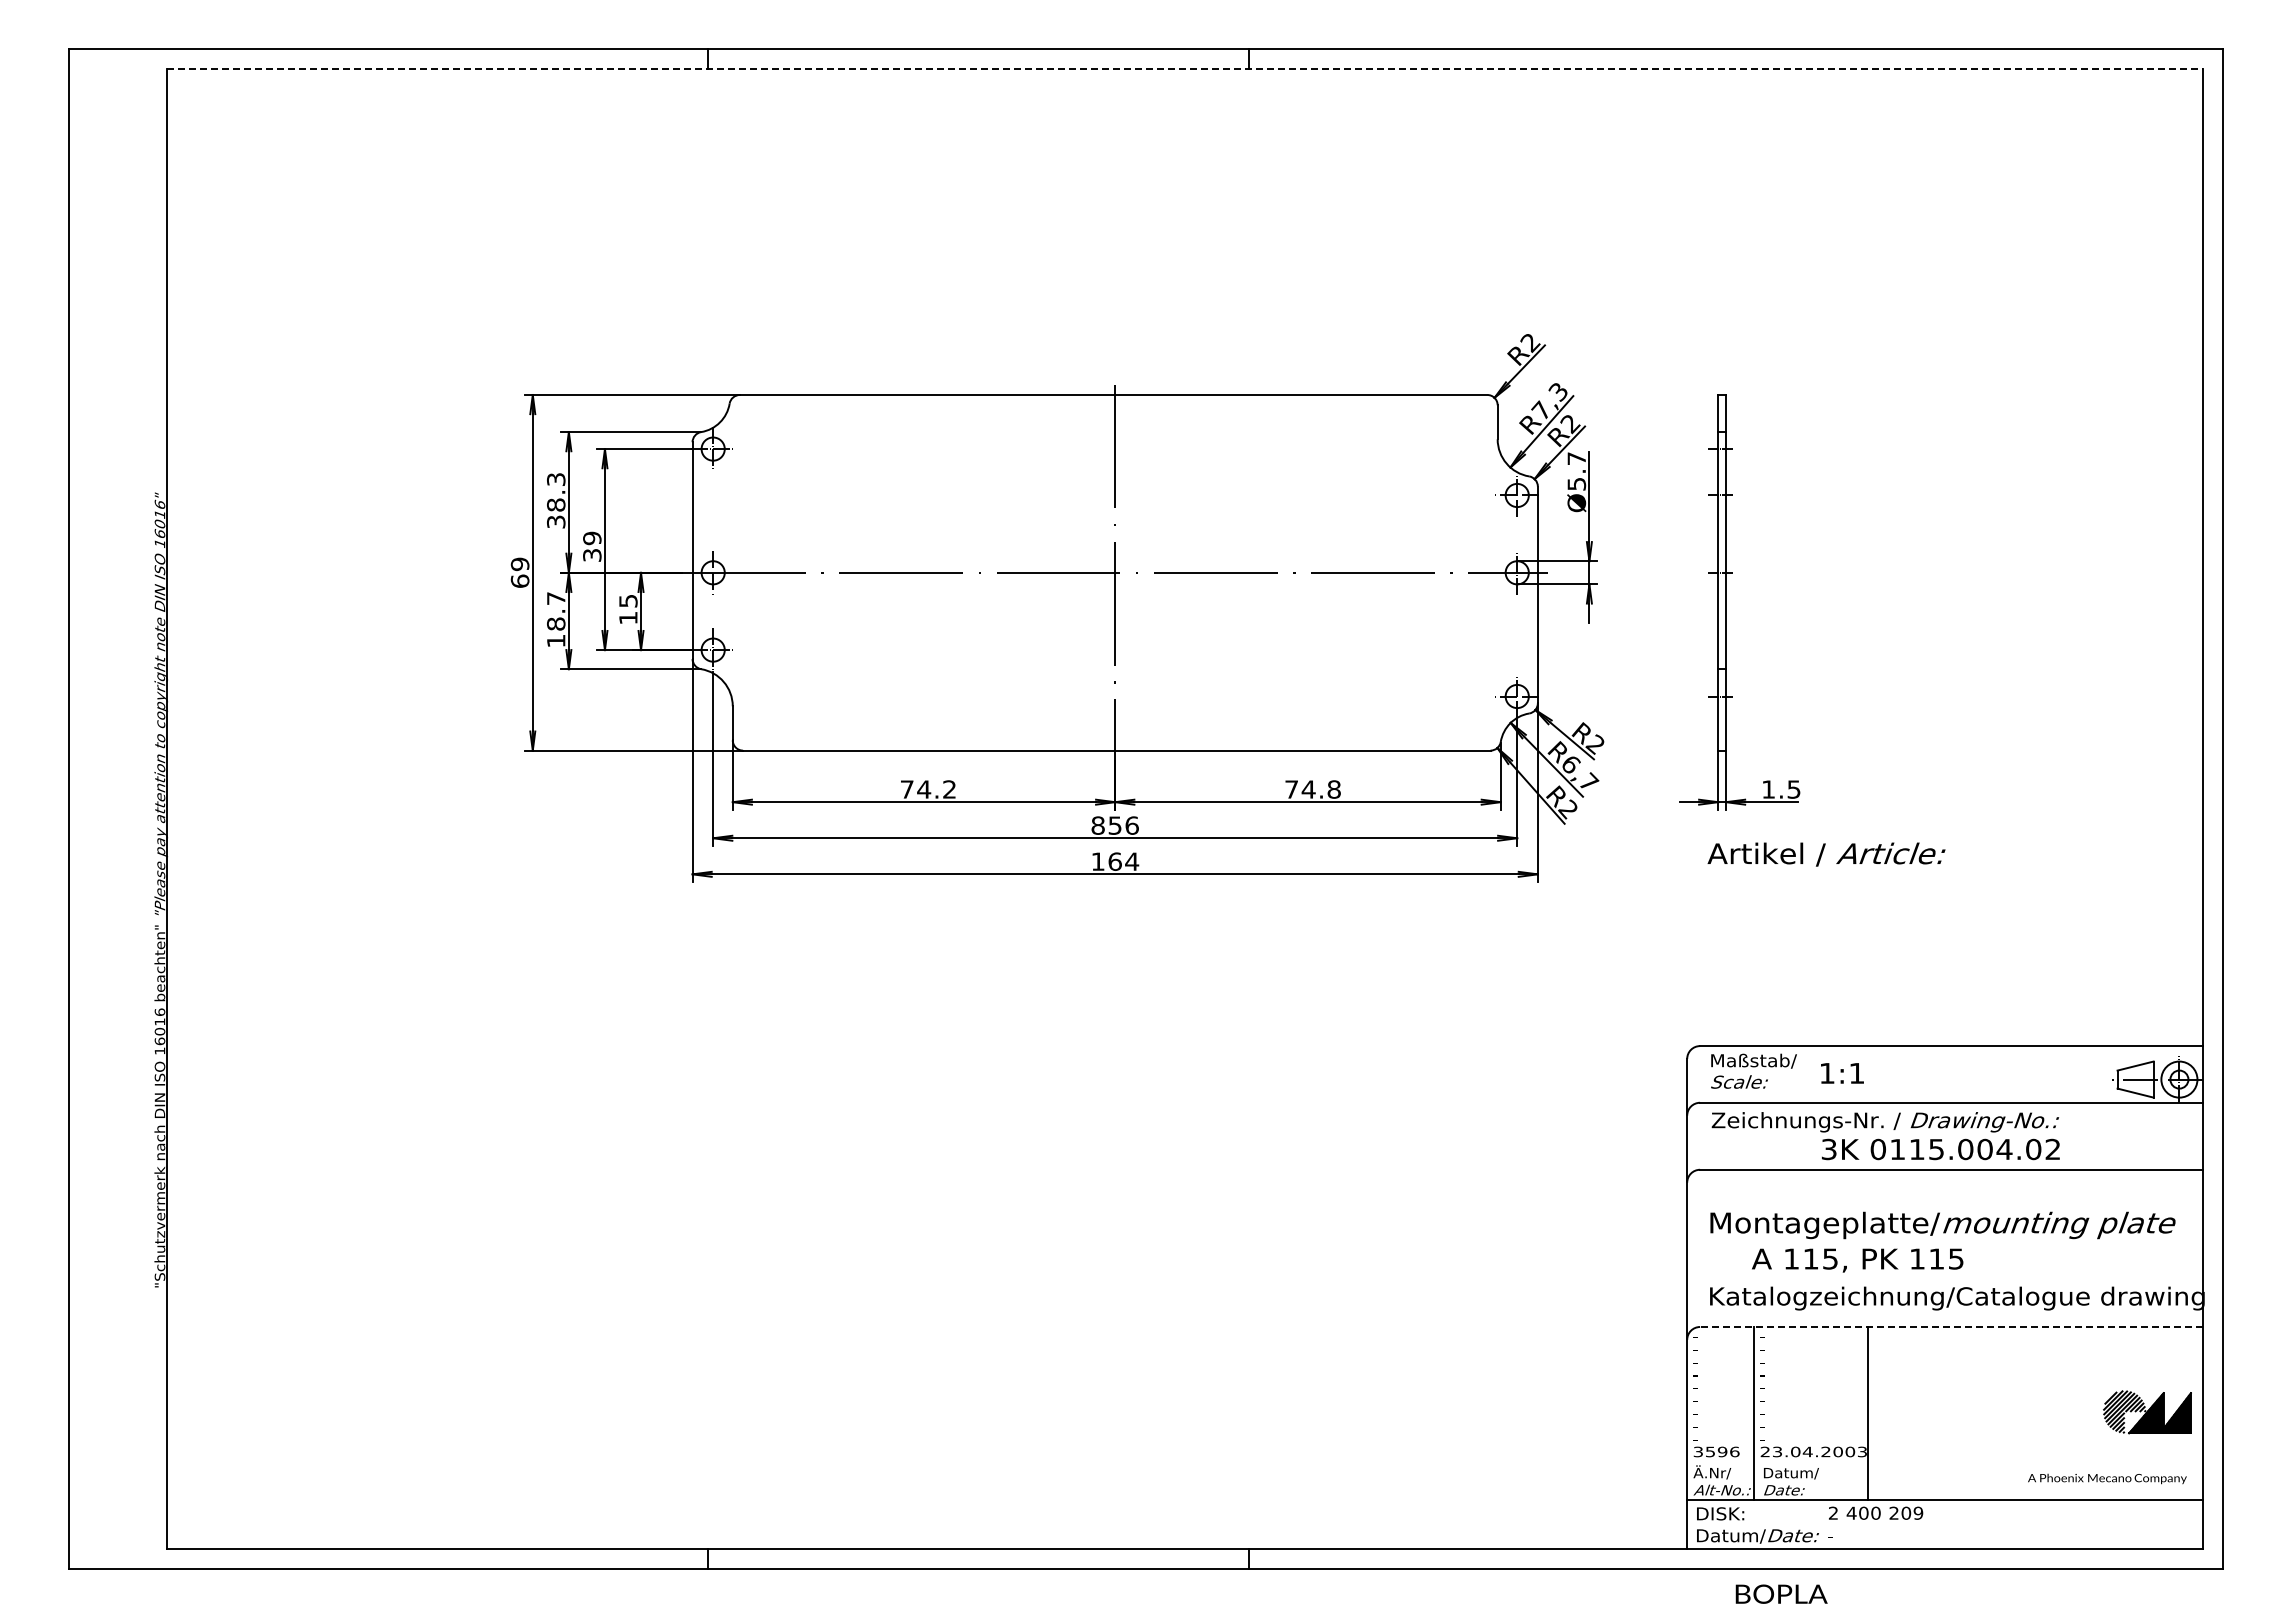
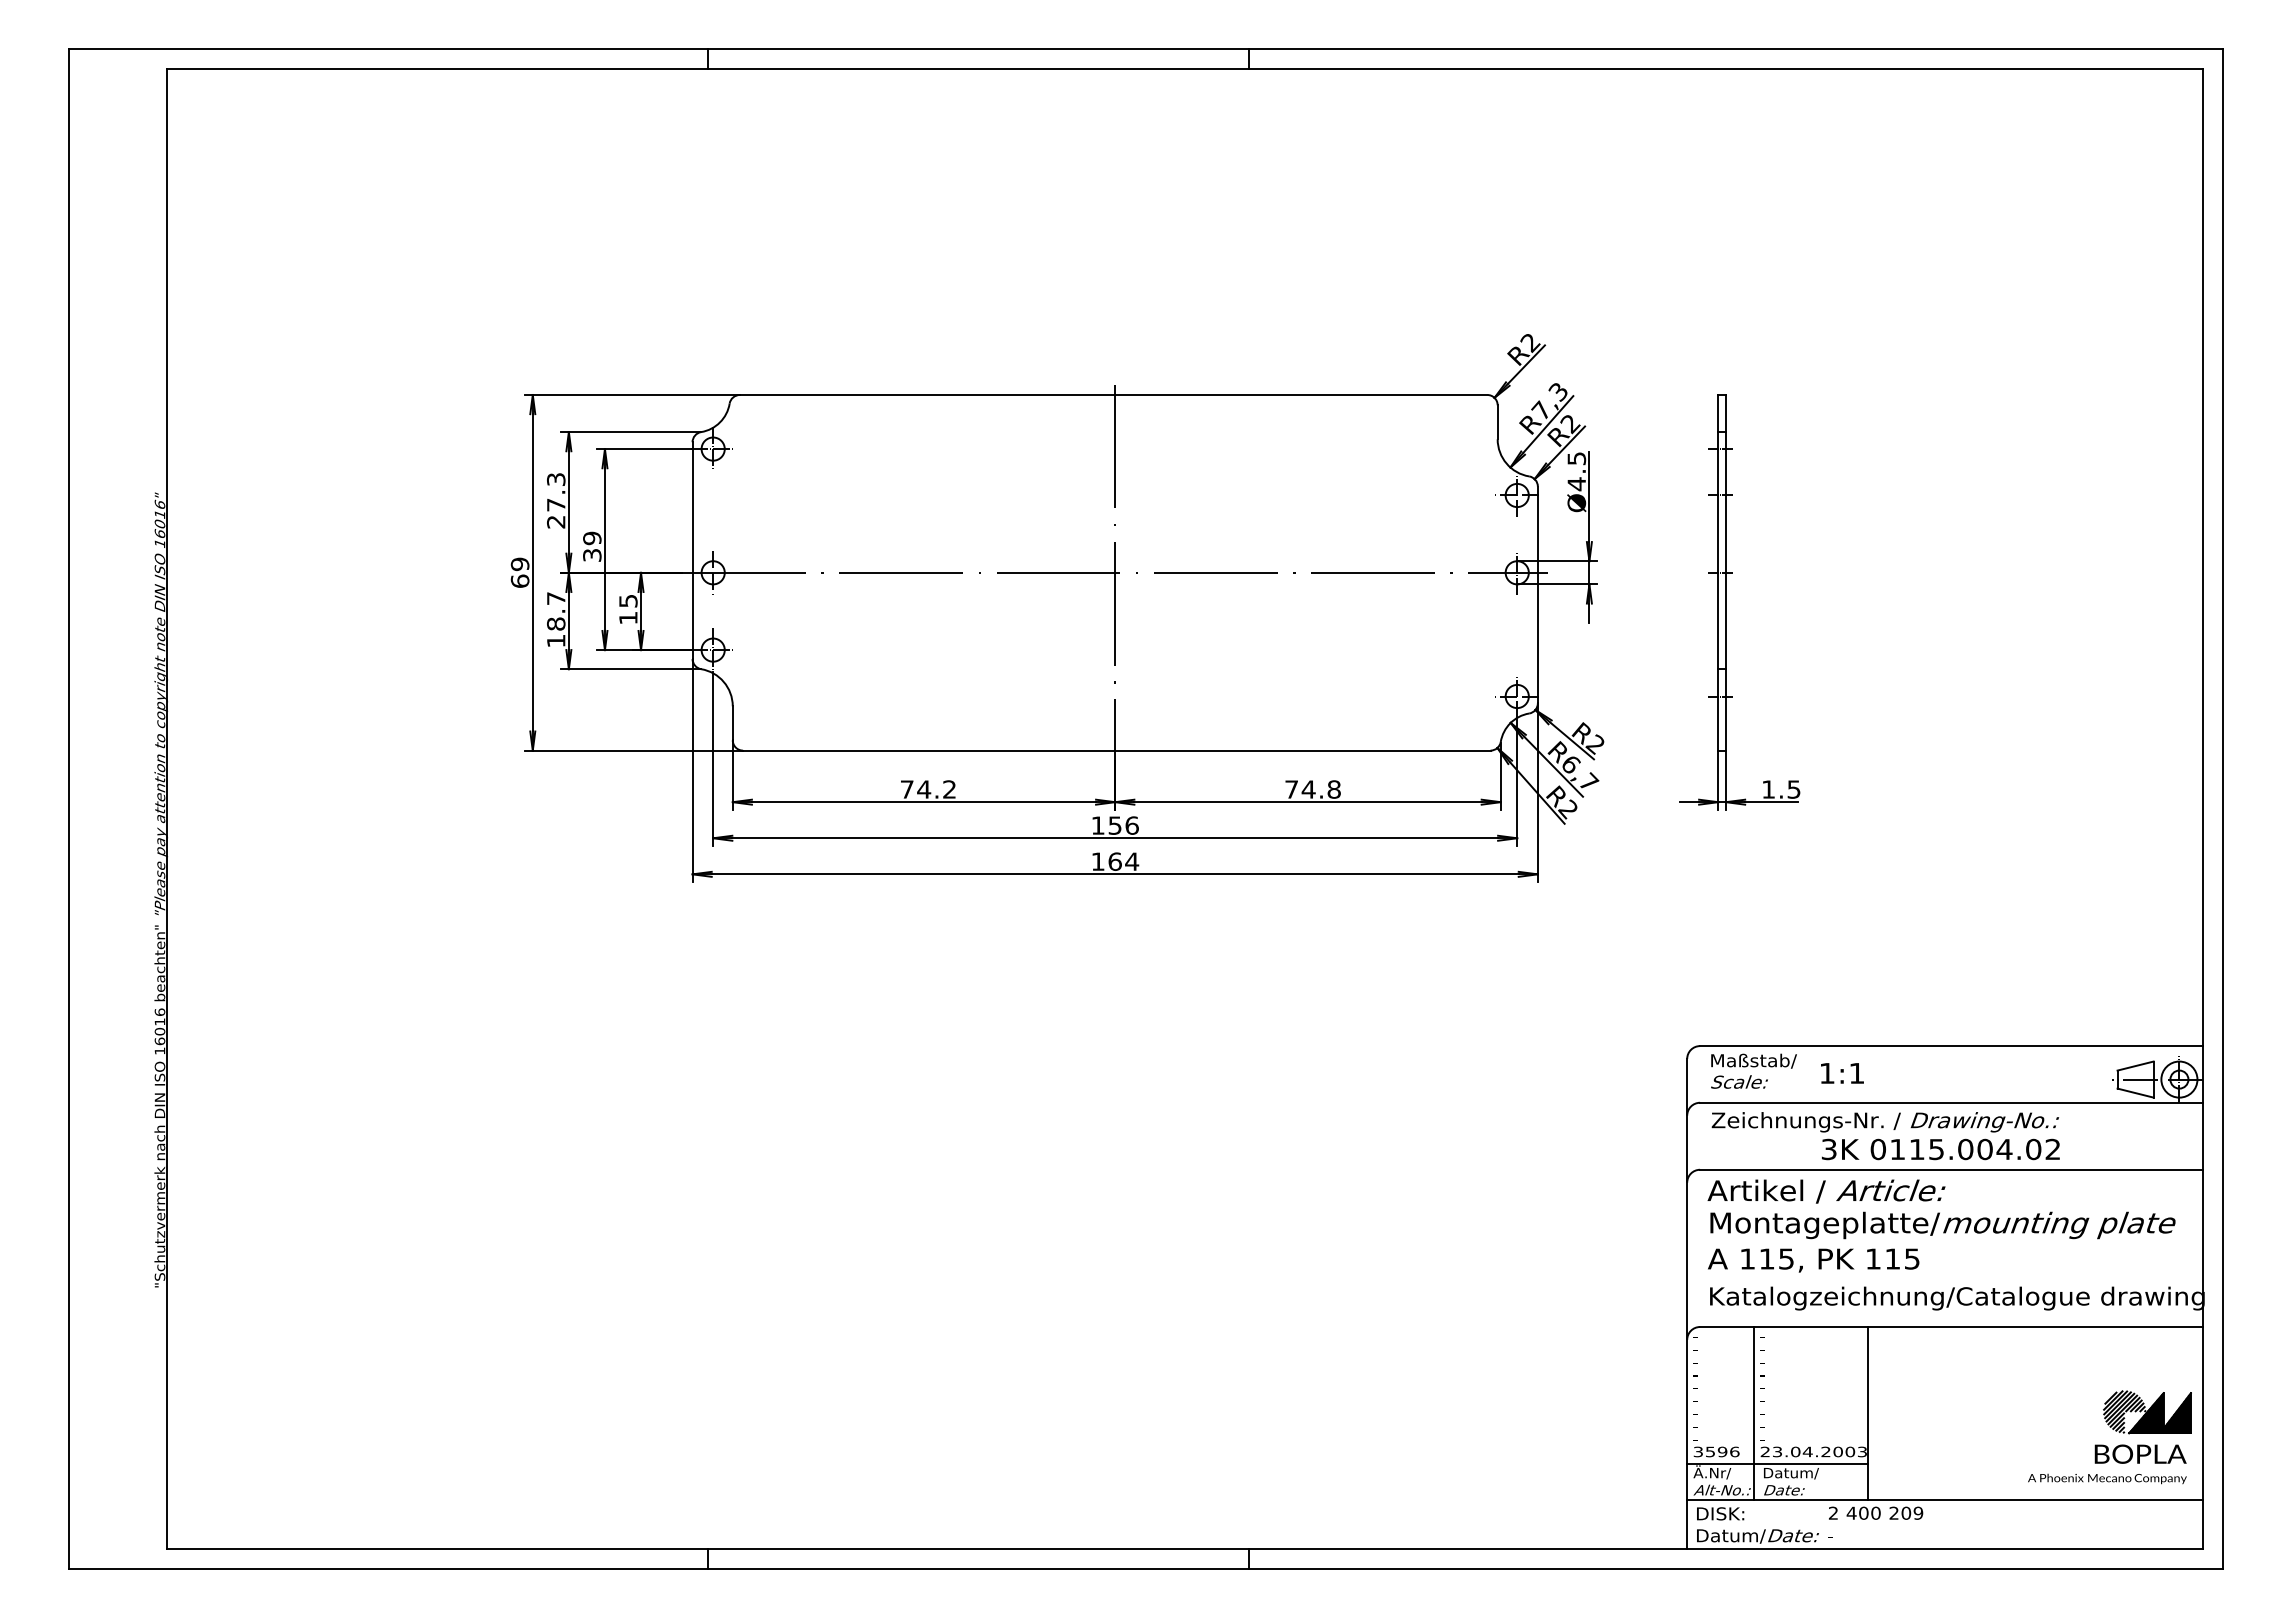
line at (1184, 69): dashed -> solid
text at (1576, 471): Ø5.7 -> Ø4.5
text at (556, 513): 38.3 -> 27.3
text at (1097, 825): 856 -> 156
text at (1826, 854) position: (1826, 854) -> (1826, 1191)
text at (1857, 1260) position: (1857, 1260) -> (1813, 1260)
line at (1950, 1327): dashed -> solid
line at (1777, 1463): none -> present
text at (1781, 1593) position: (1781, 1593) -> (2140, 1453)
